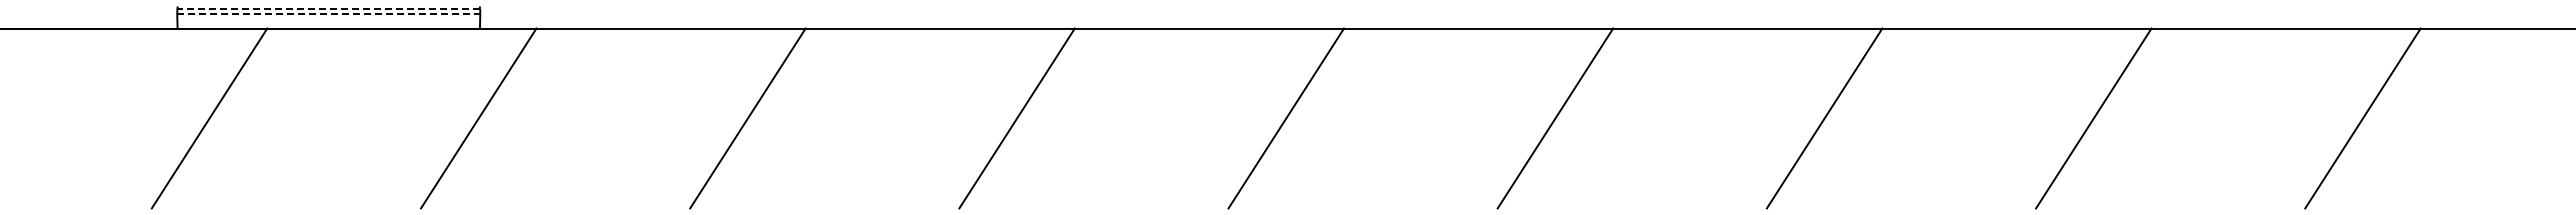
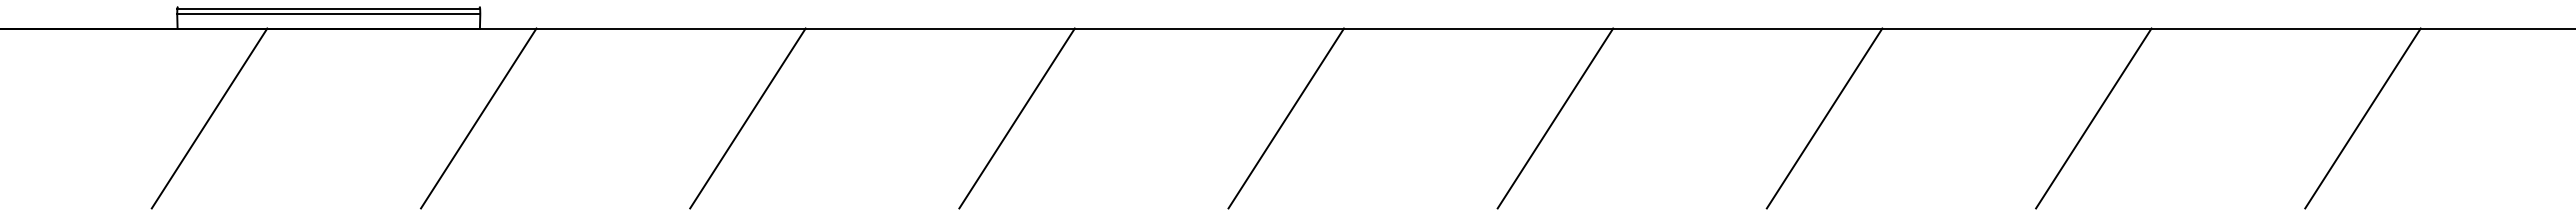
line at (328, 8): dashed -> solid
line at (328, 14): dashed -> solid
